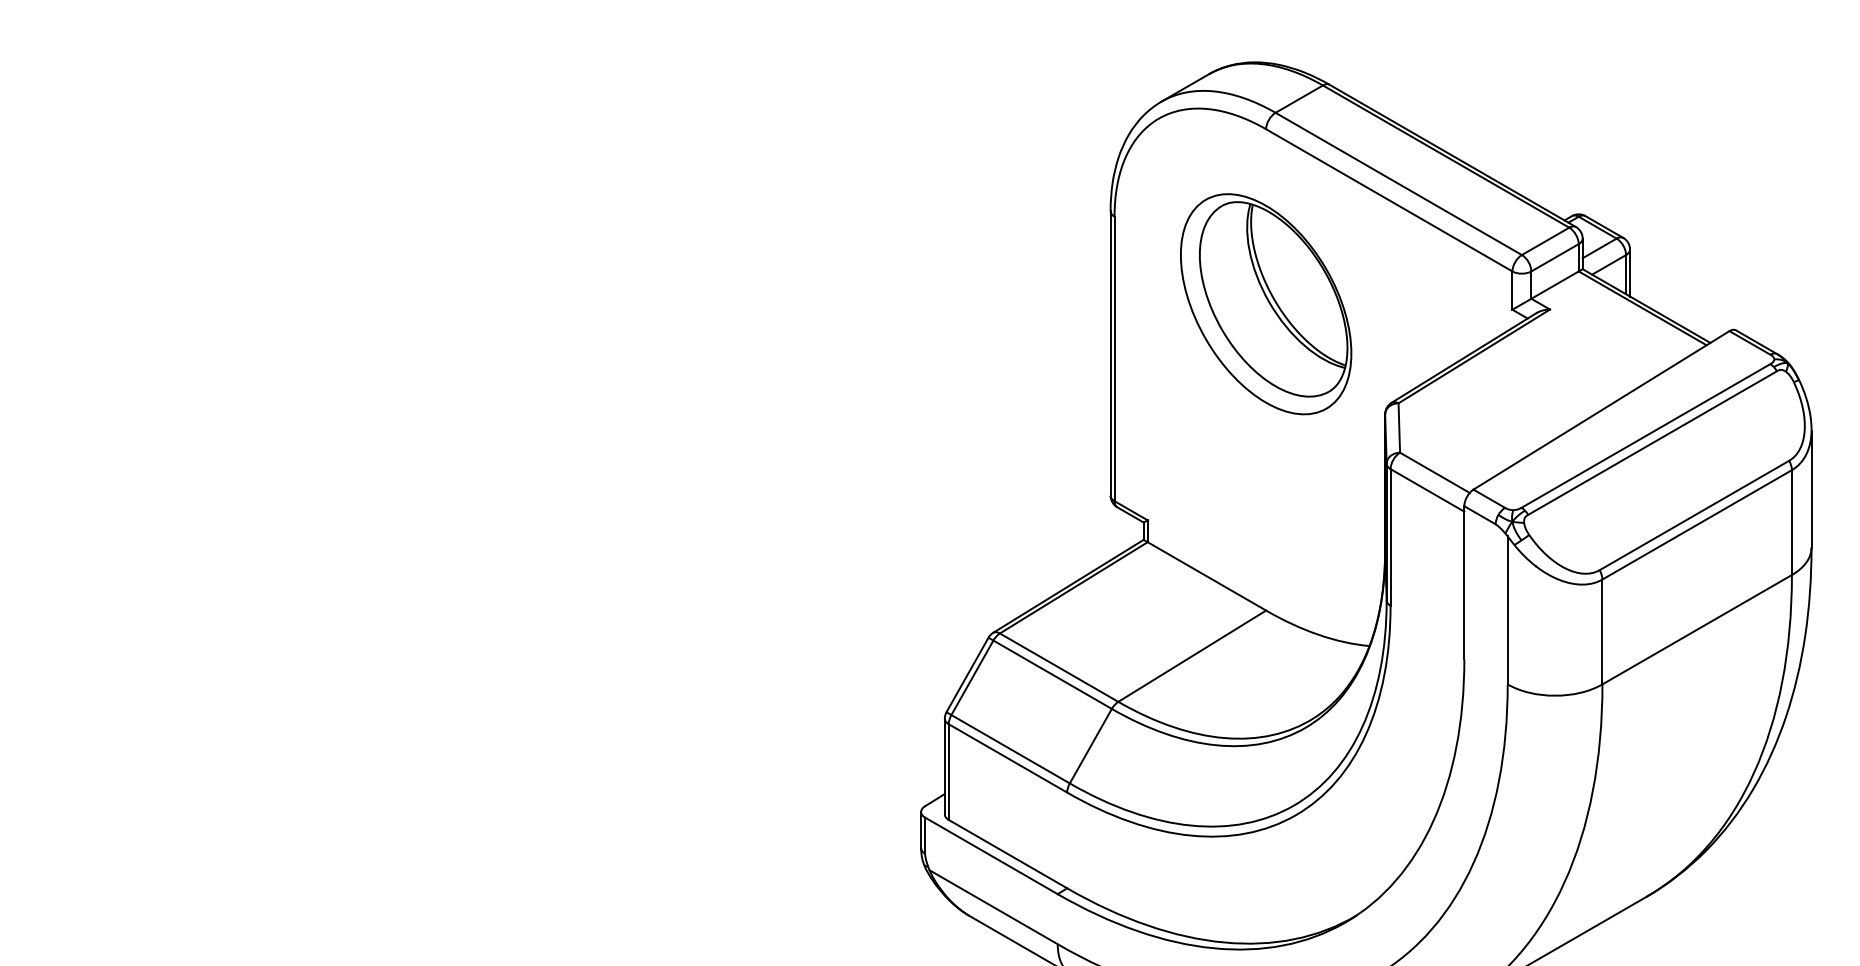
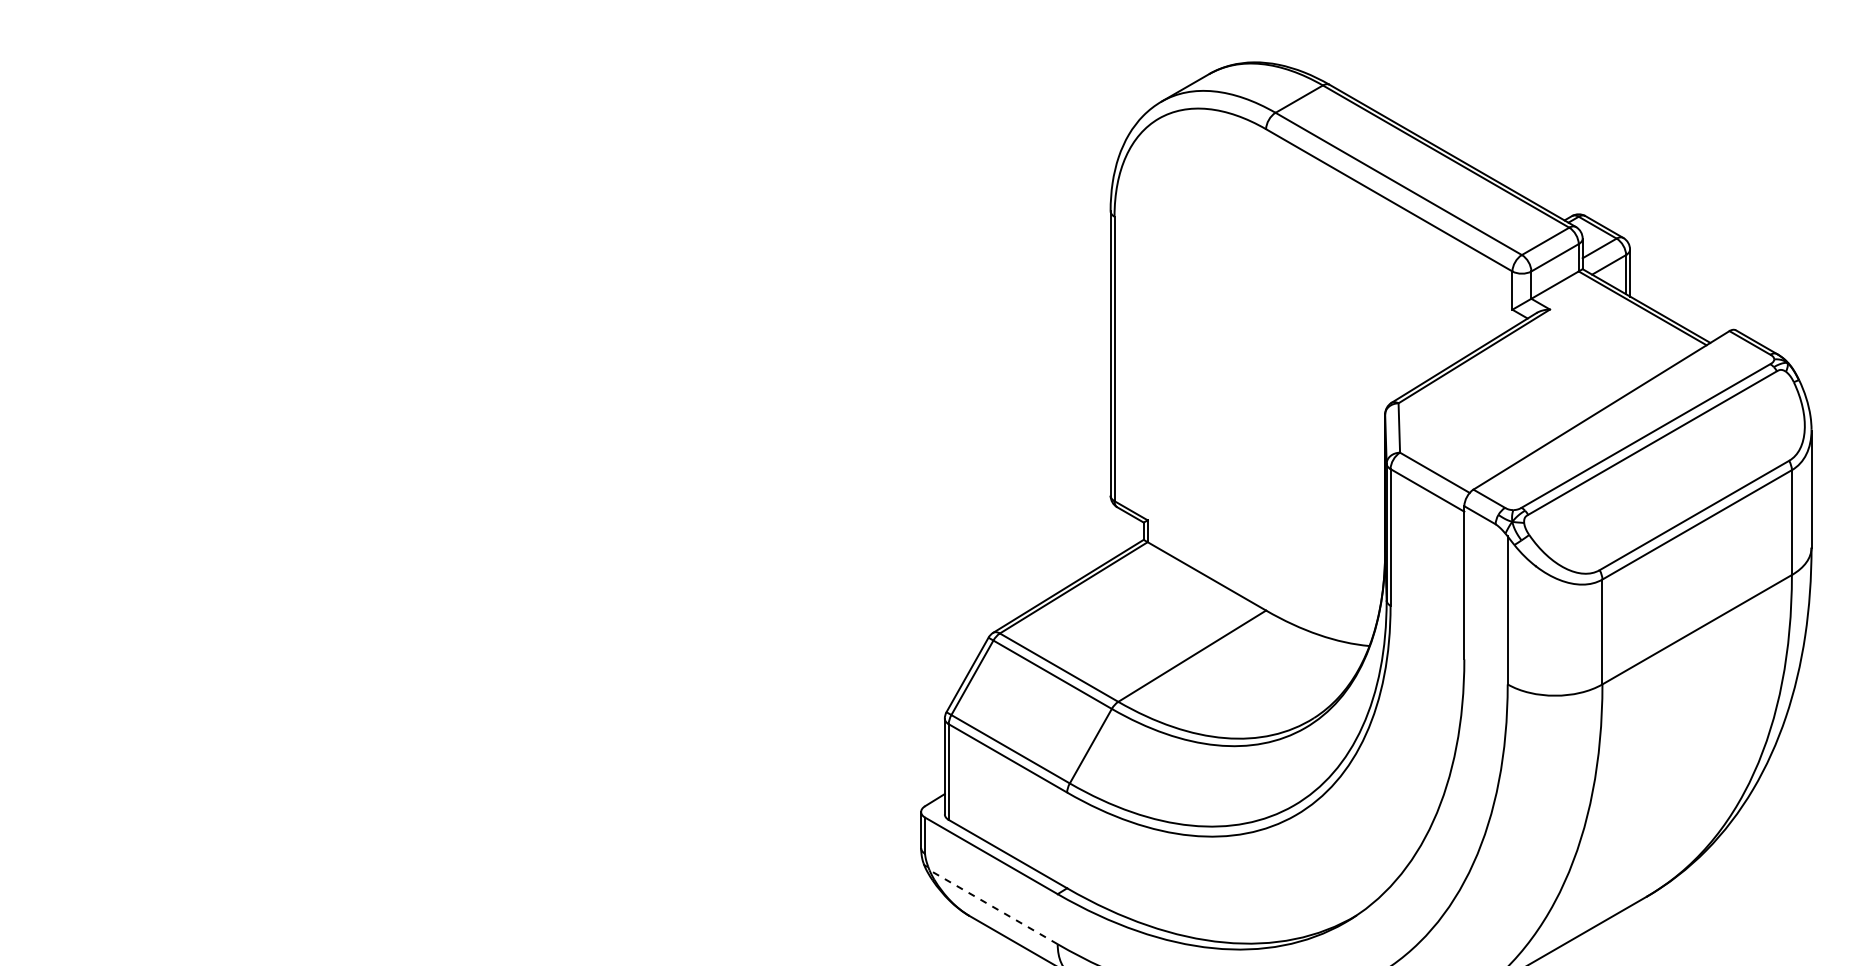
part at (1266, 304): present -> none
line at (993, 906): solid -> dashed
